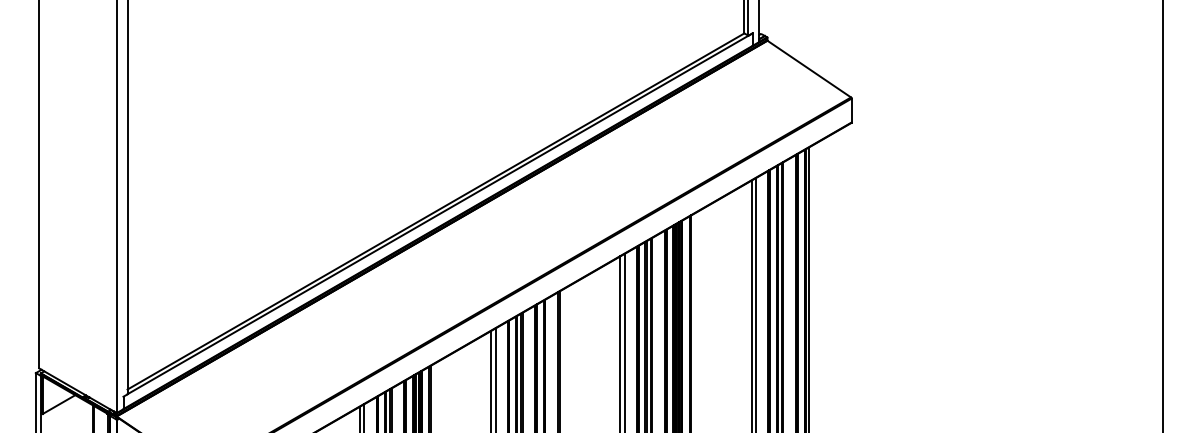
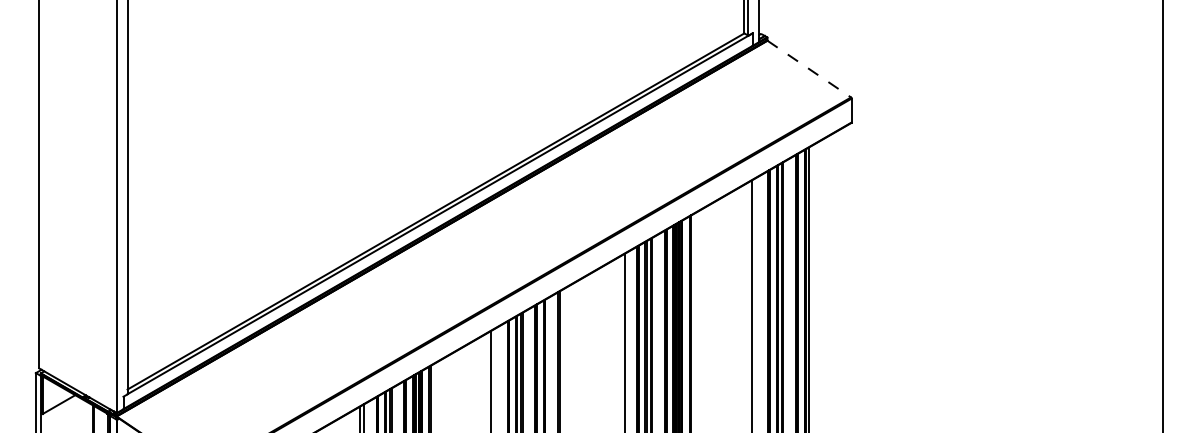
line at (809, 69): solid -> dashed
line at (756, 303): present -> none
line at (620, 342): present -> none
line at (495, 378): present -> none
